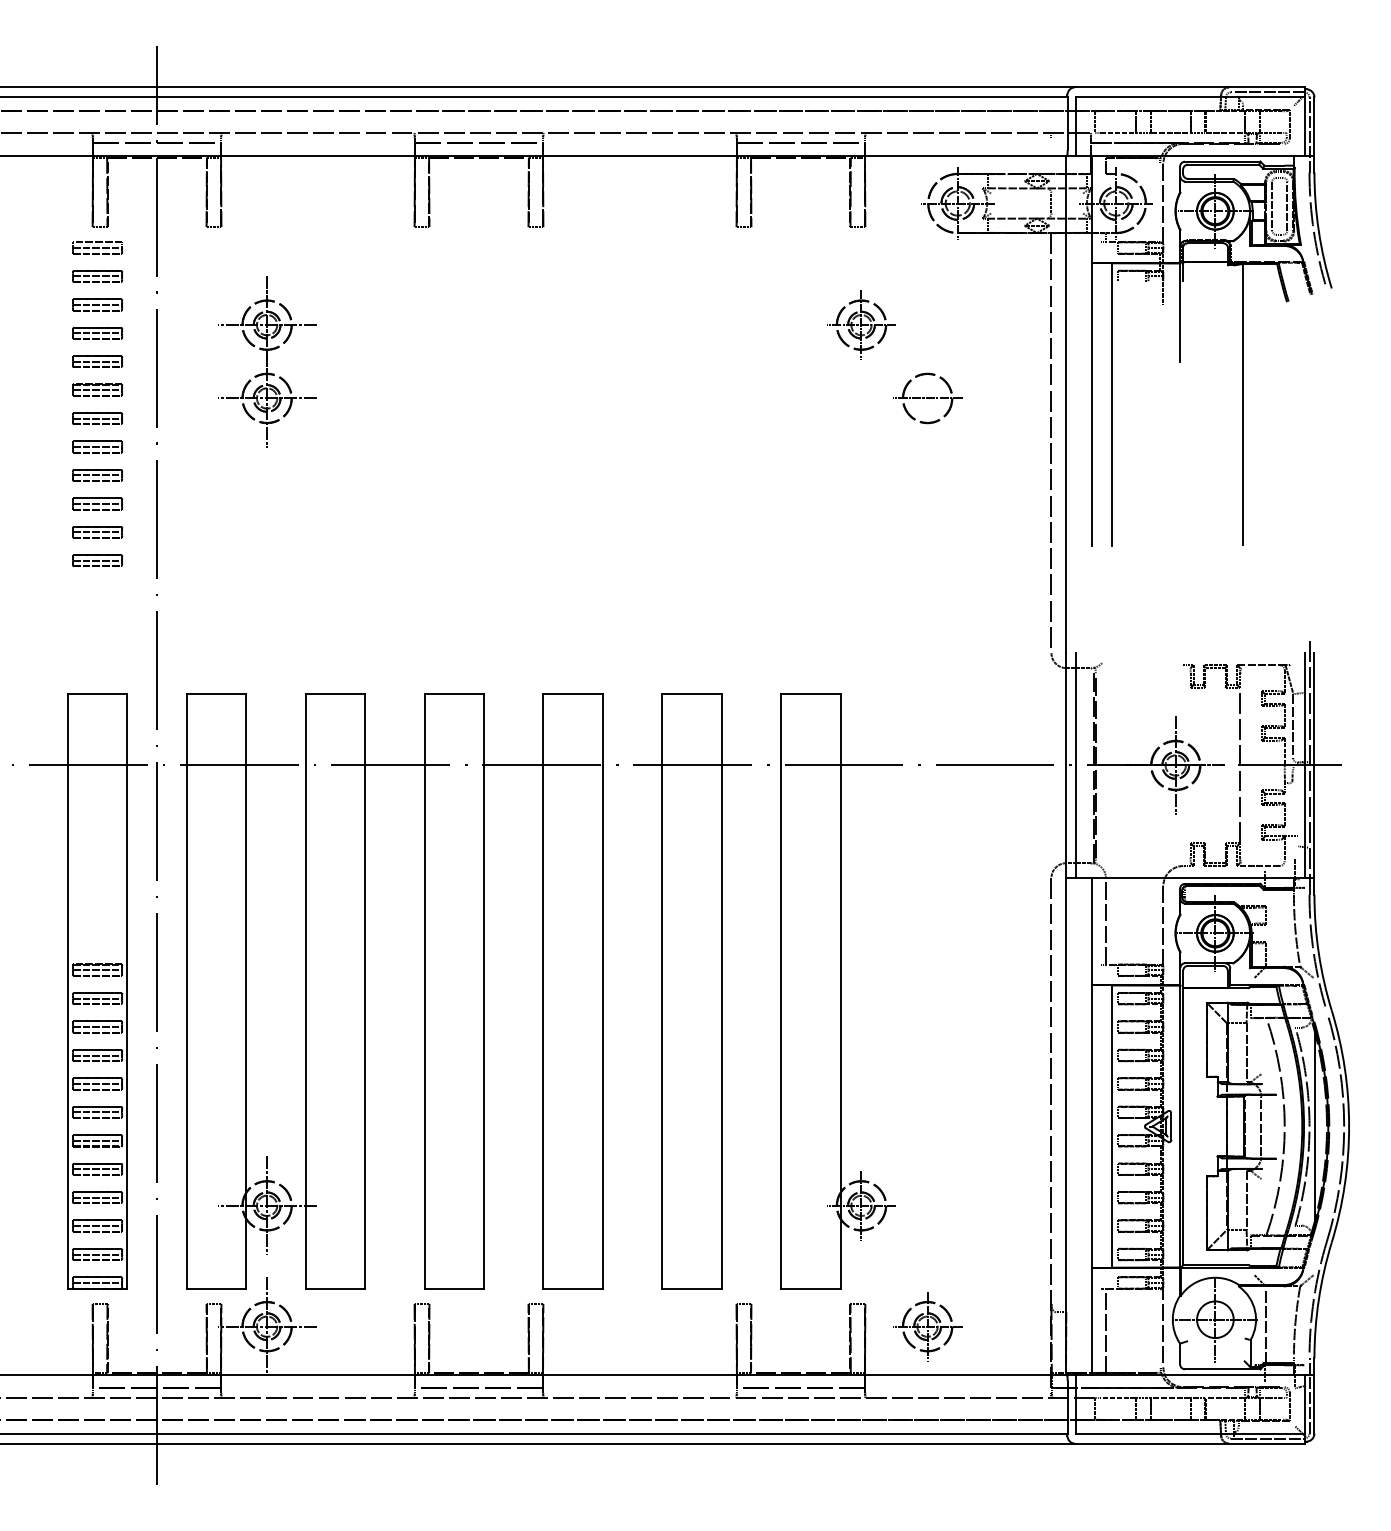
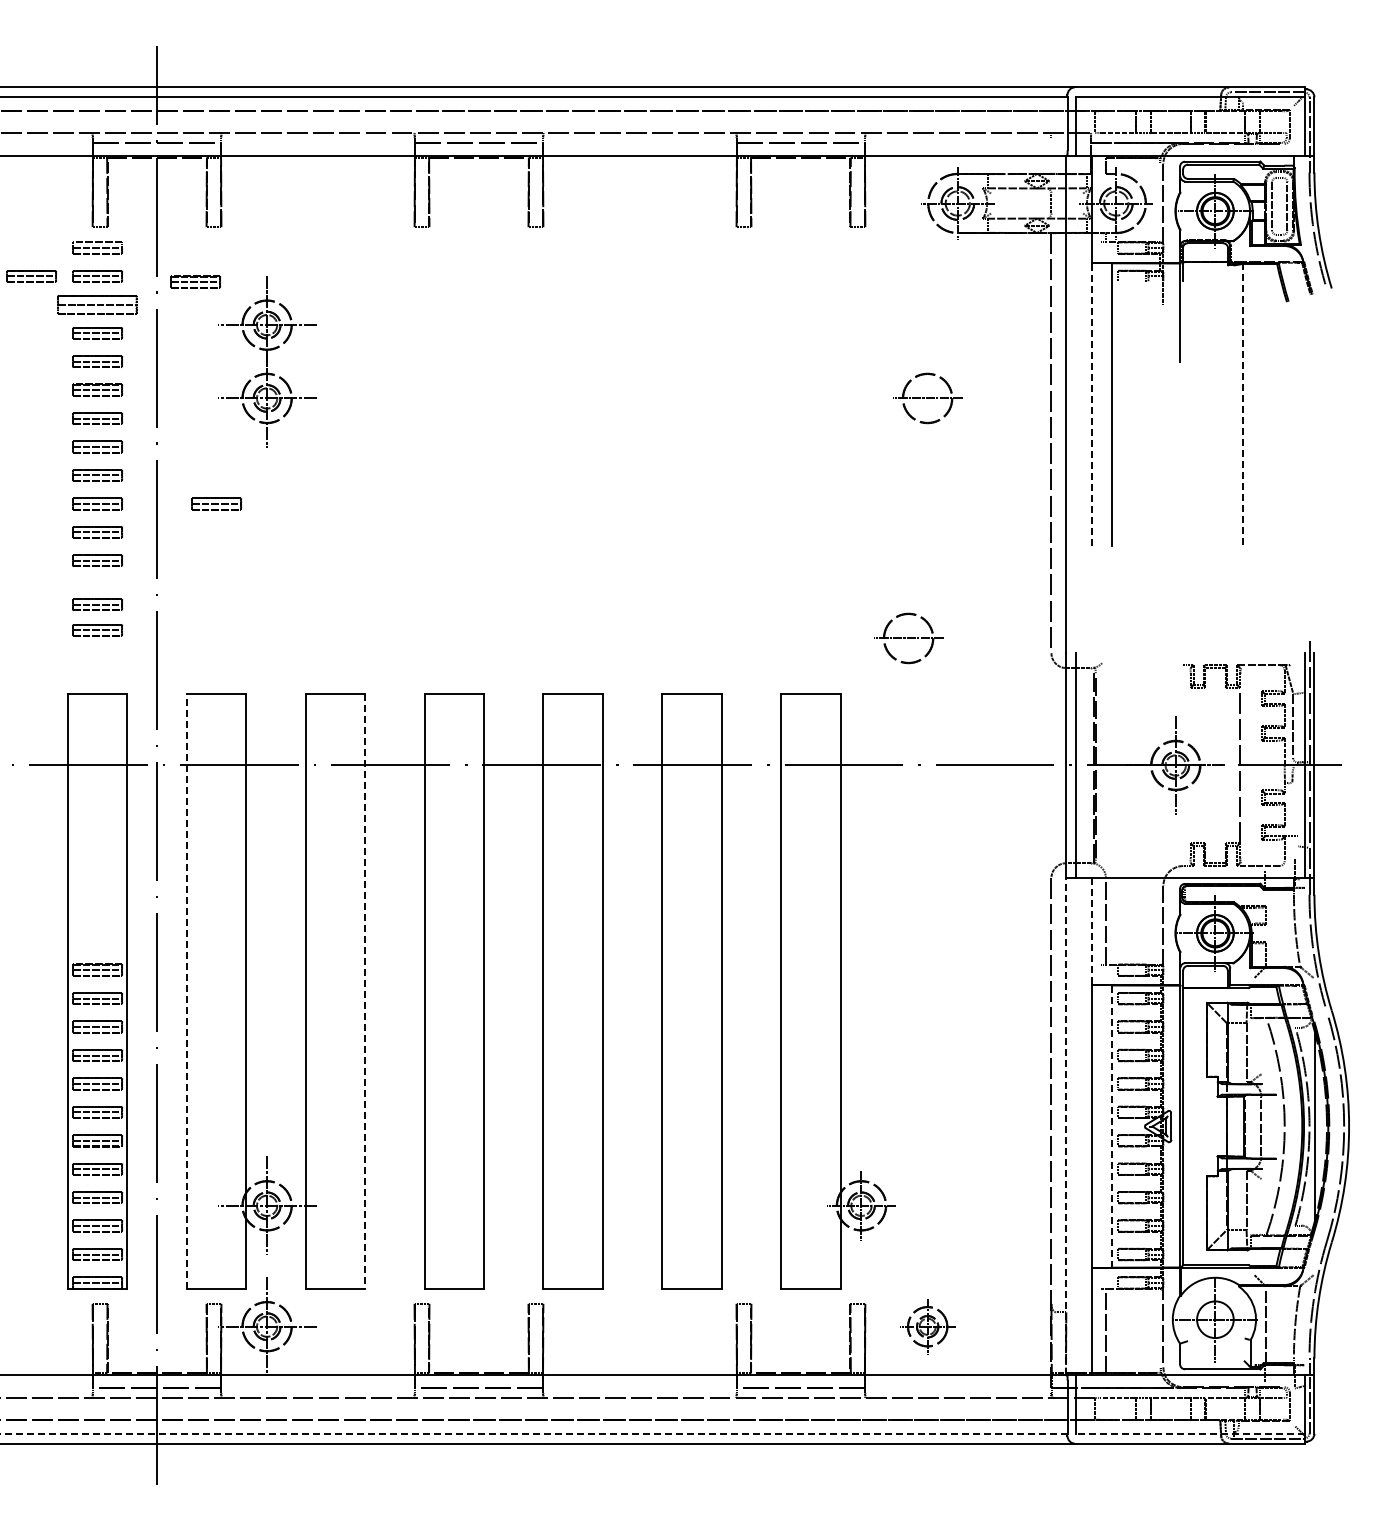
part at (31, 276): none -> present
part at (195, 281): none -> present
part at (97, 304) size: 52x14 px -> 81x20 px
part at (861, 324): present -> none
line at (1092, 403): solid -> dashed
line at (1242, 403): solid -> dashed
part at (216, 503): none -> present
part at (97, 604): none -> present
part at (97, 630): none -> present
part at (908, 638): none -> present
line at (1092, 932): solid -> dashed
line at (186, 990): solid -> dashed
line at (365, 991): solid -> dashed
line at (1066, 1126): solid -> dashed
line at (1111, 1126): solid -> dashed
part at (927, 1326) size: 70x70 px -> 56x56 px
line at (533, 1433): solid -> dashed
line at (1189, 1433): solid -> dashed
